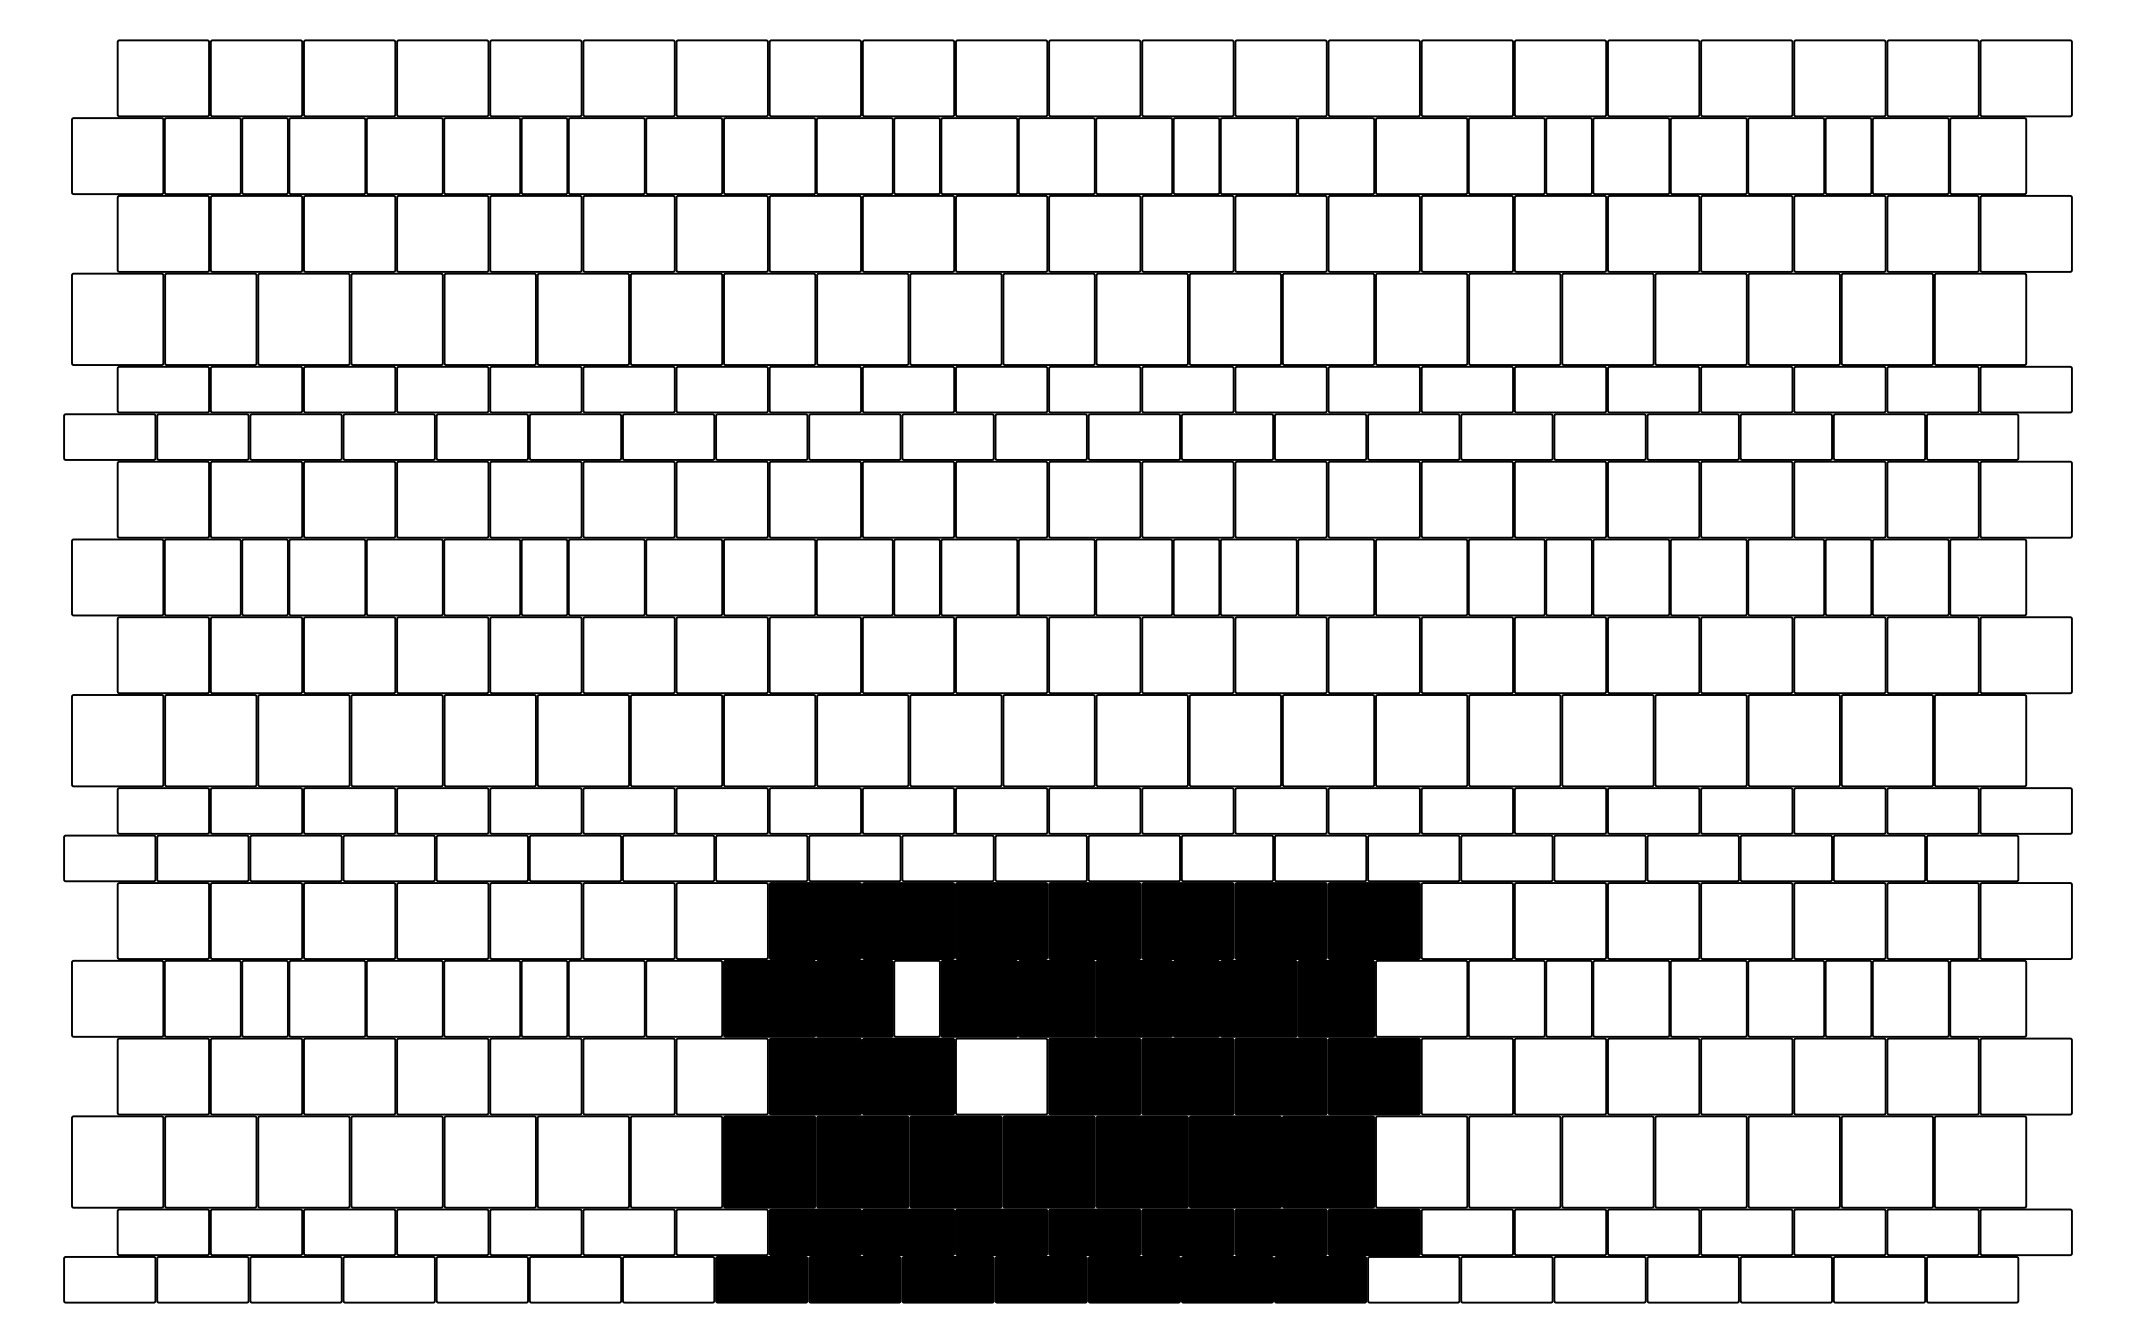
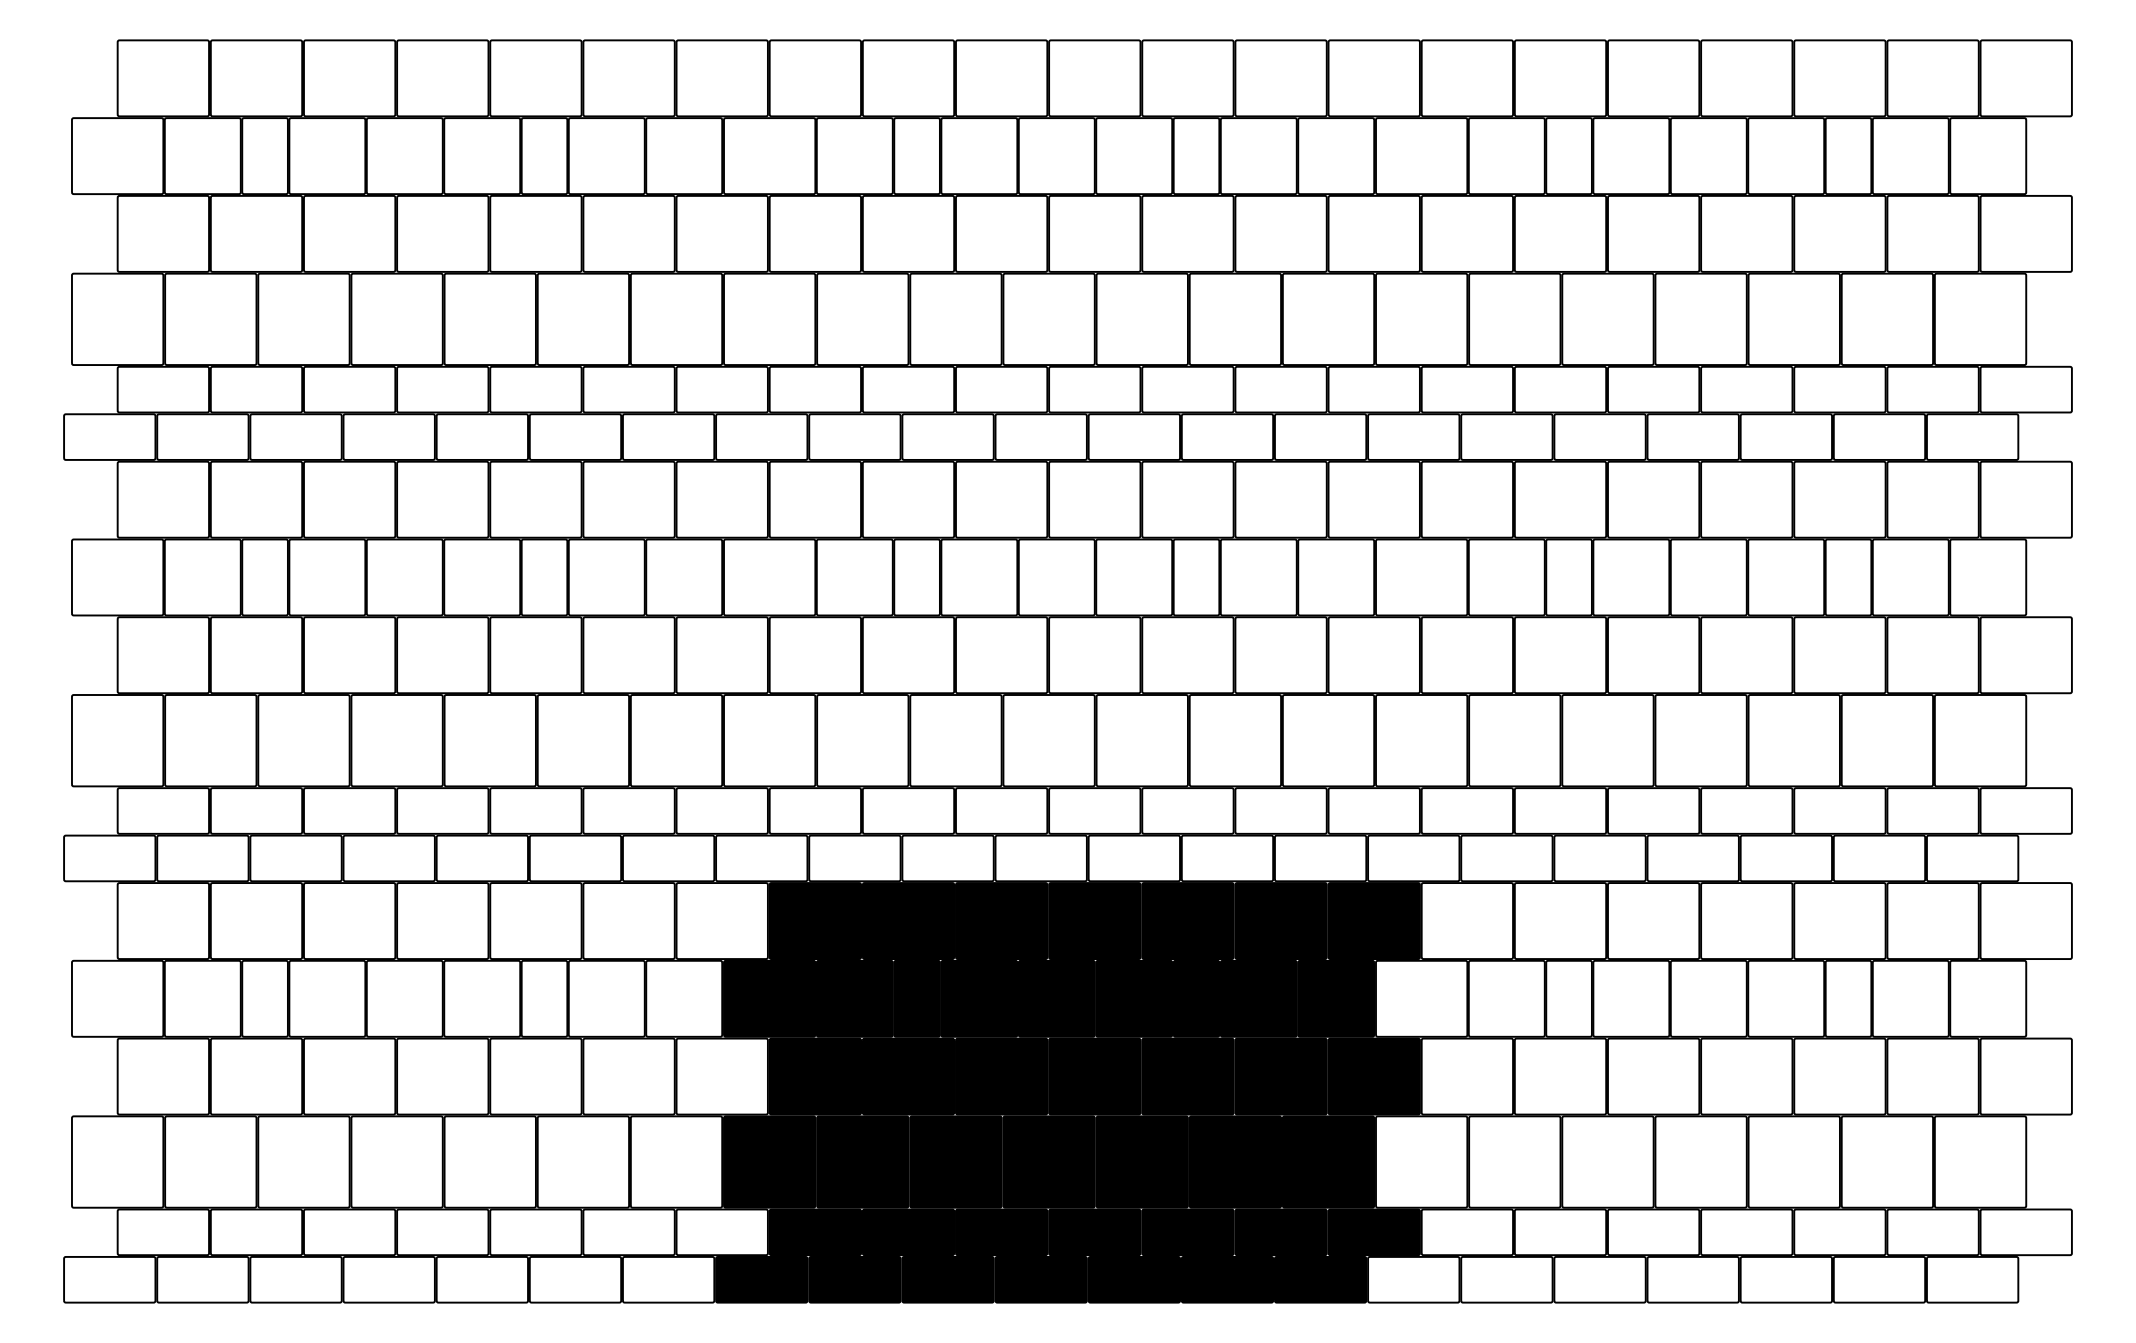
fill at (916, 998): none -> present
fill at (1001, 1076): none -> present
